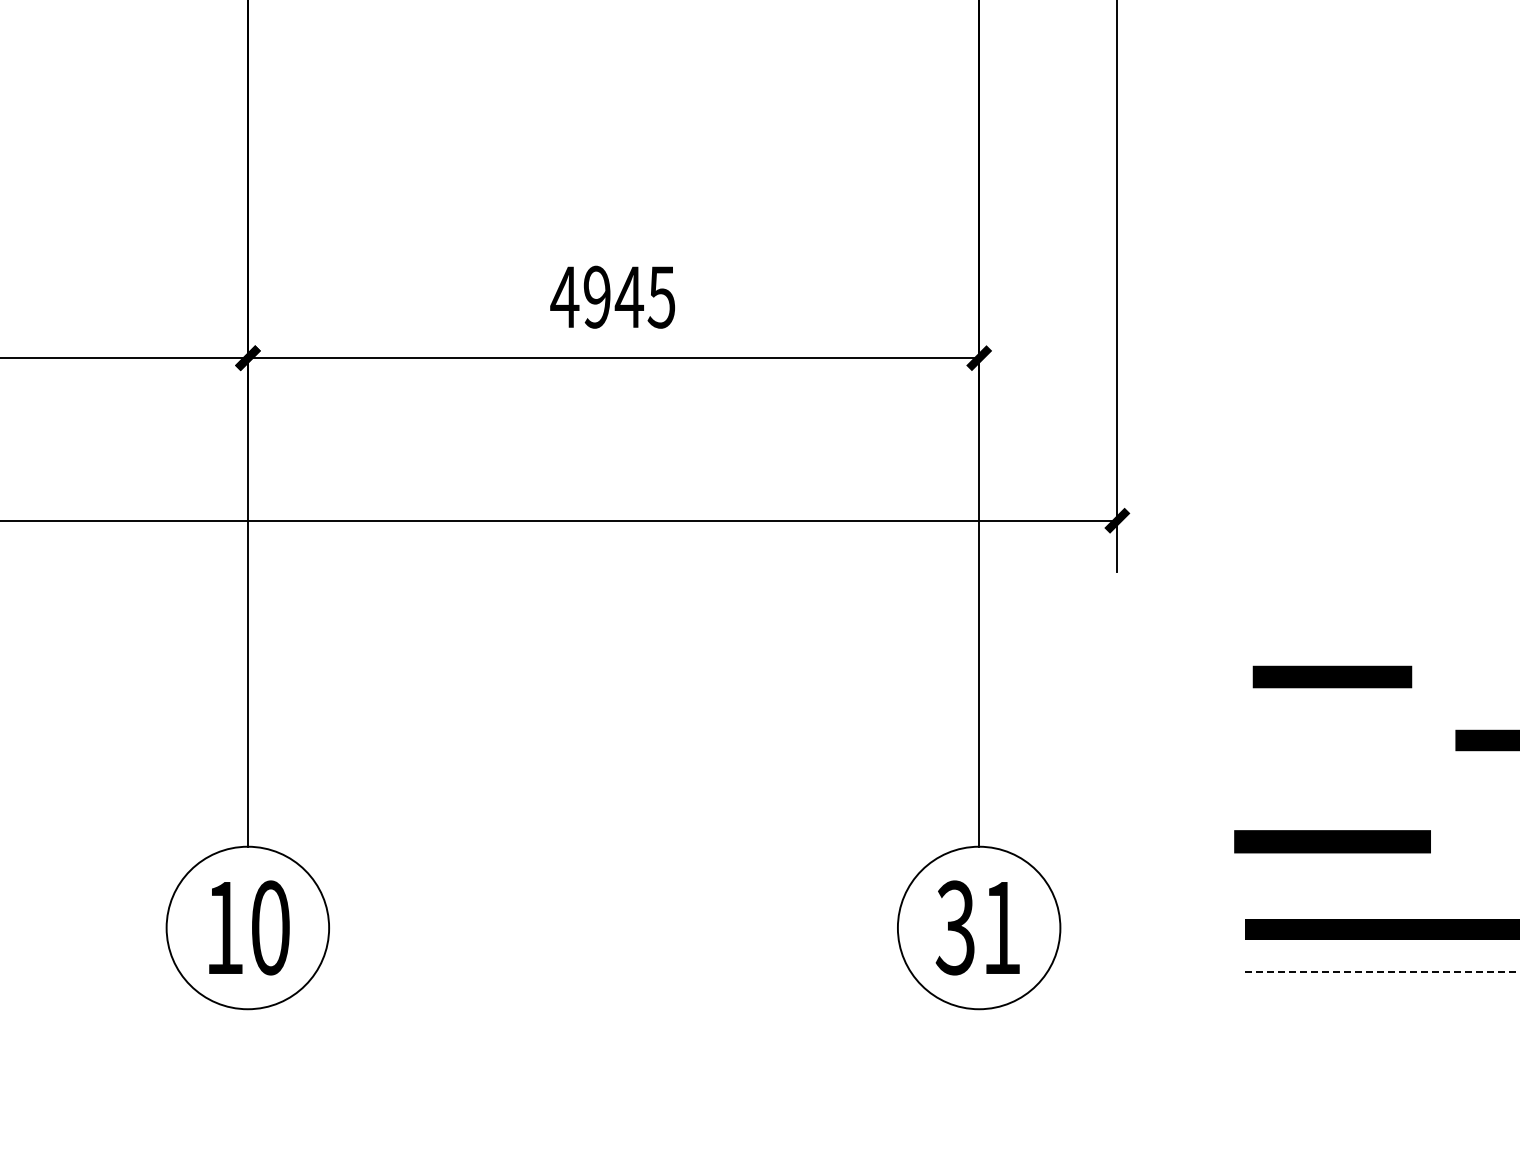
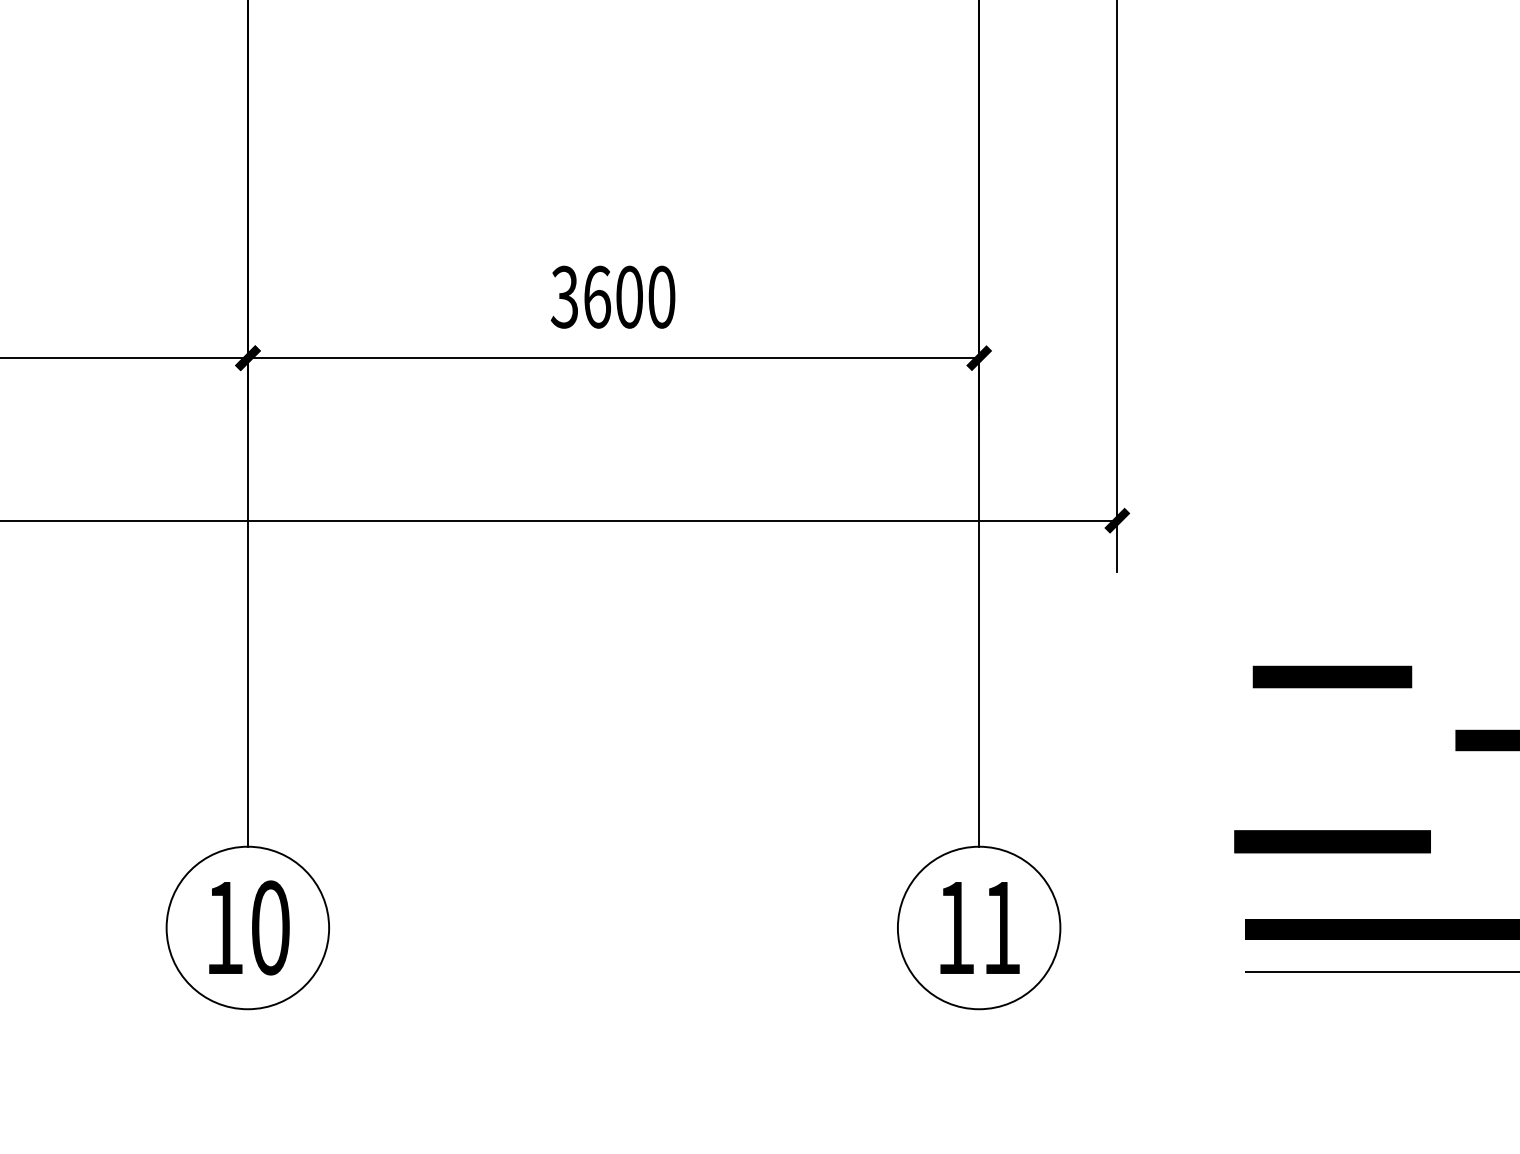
text at (612, 296): 4945 -> 3600
text at (954, 927): 31 -> 11
line at (1382, 972): dashed -> solid
